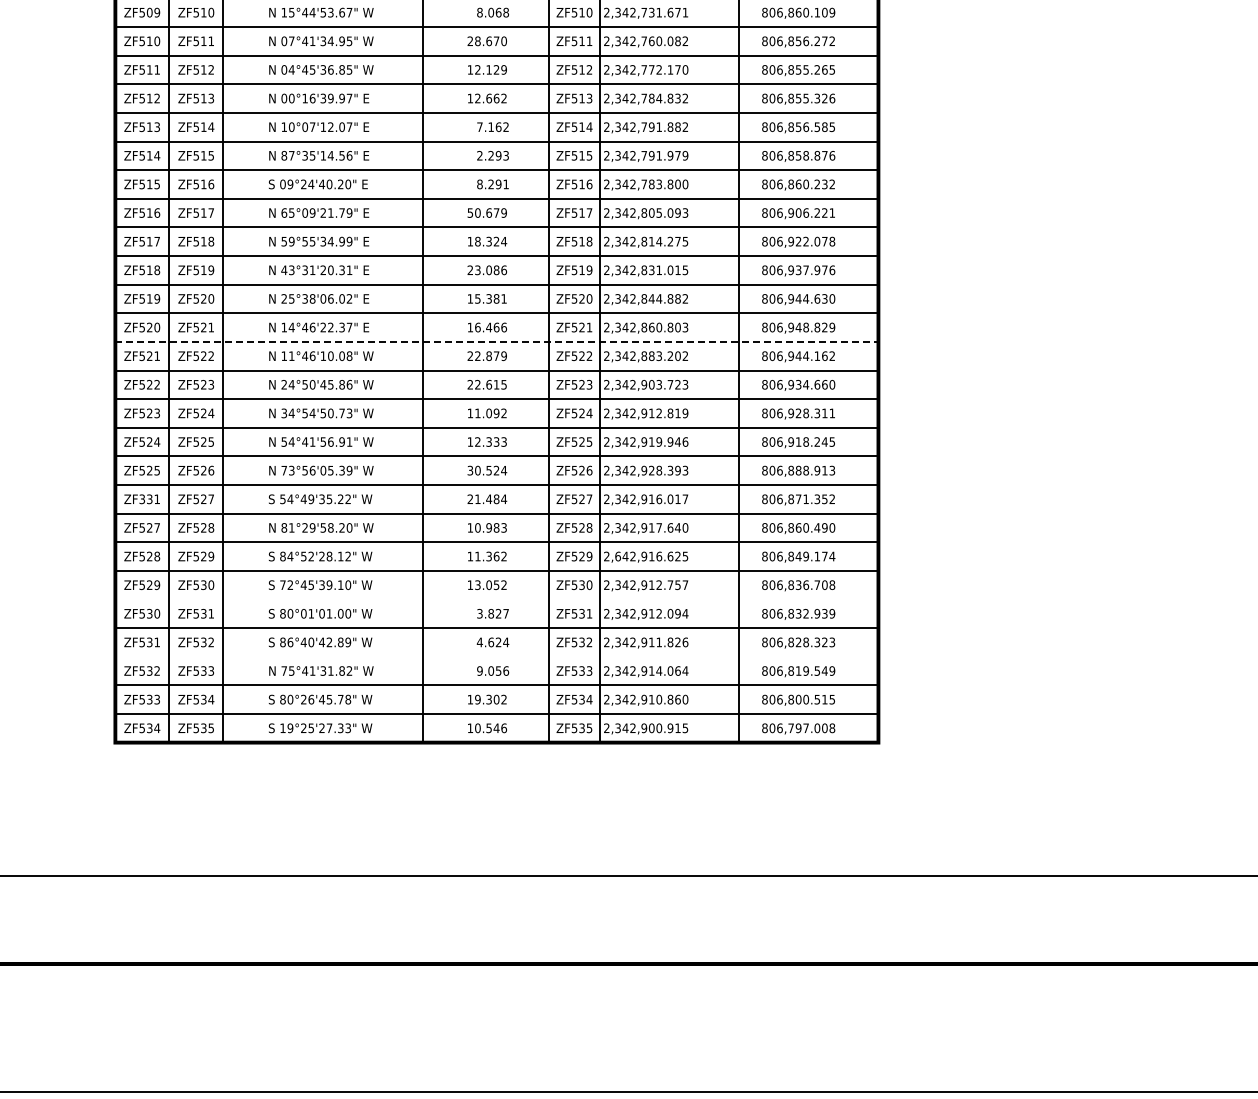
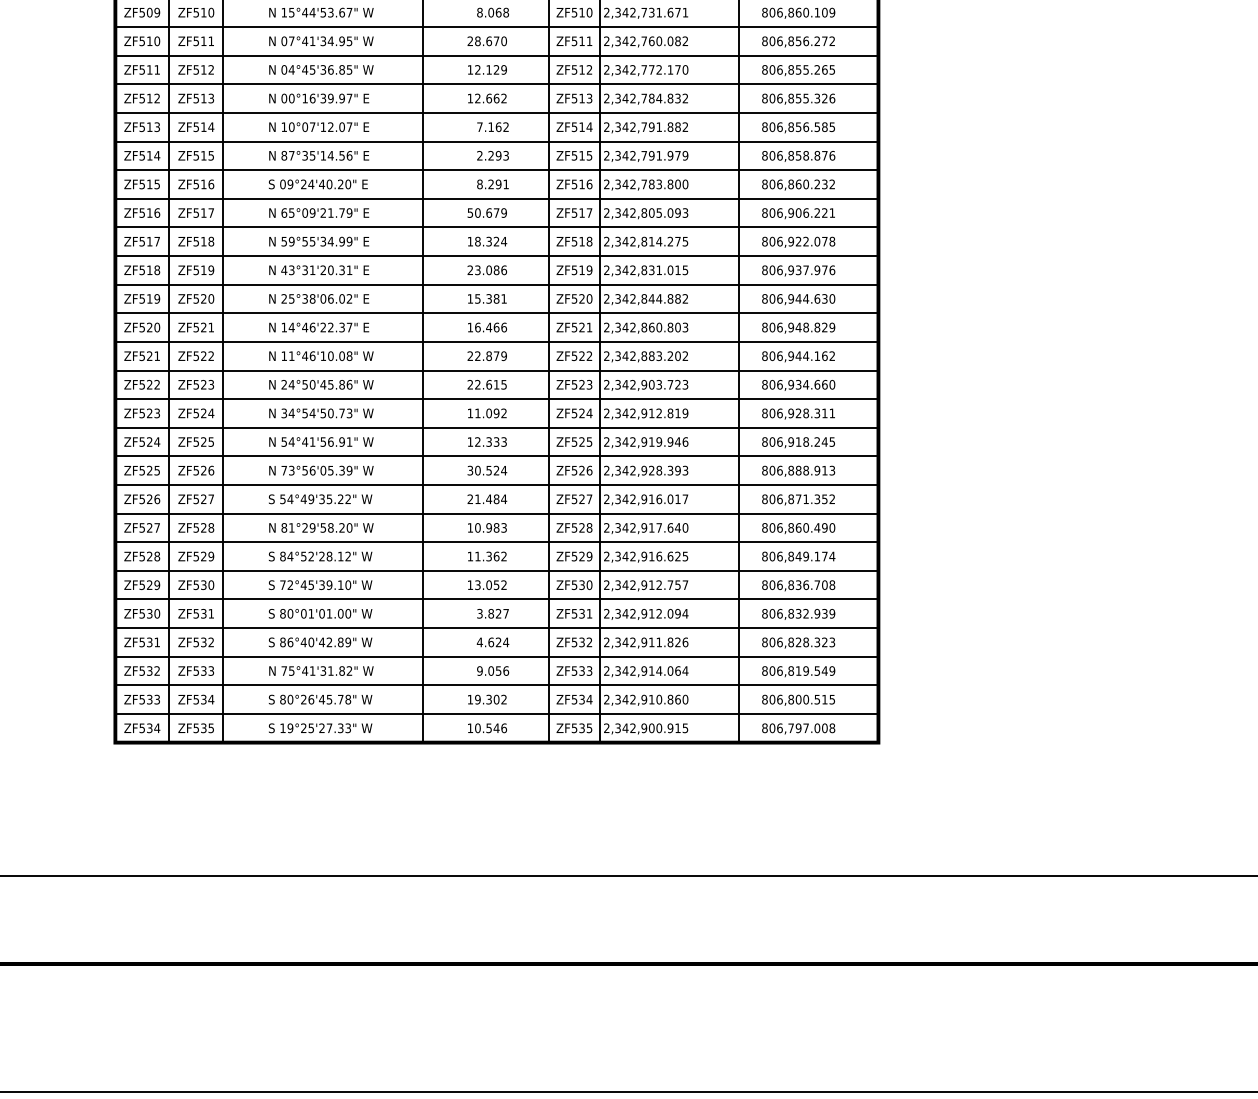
line at (496, 341): dashed -> solid
text at (149, 499): ZF331 -> ZF526
text at (617, 556): 2,642,916.625 -> 2,342,916.625
line at (496, 599): none -> present
line at (496, 656): none -> present
